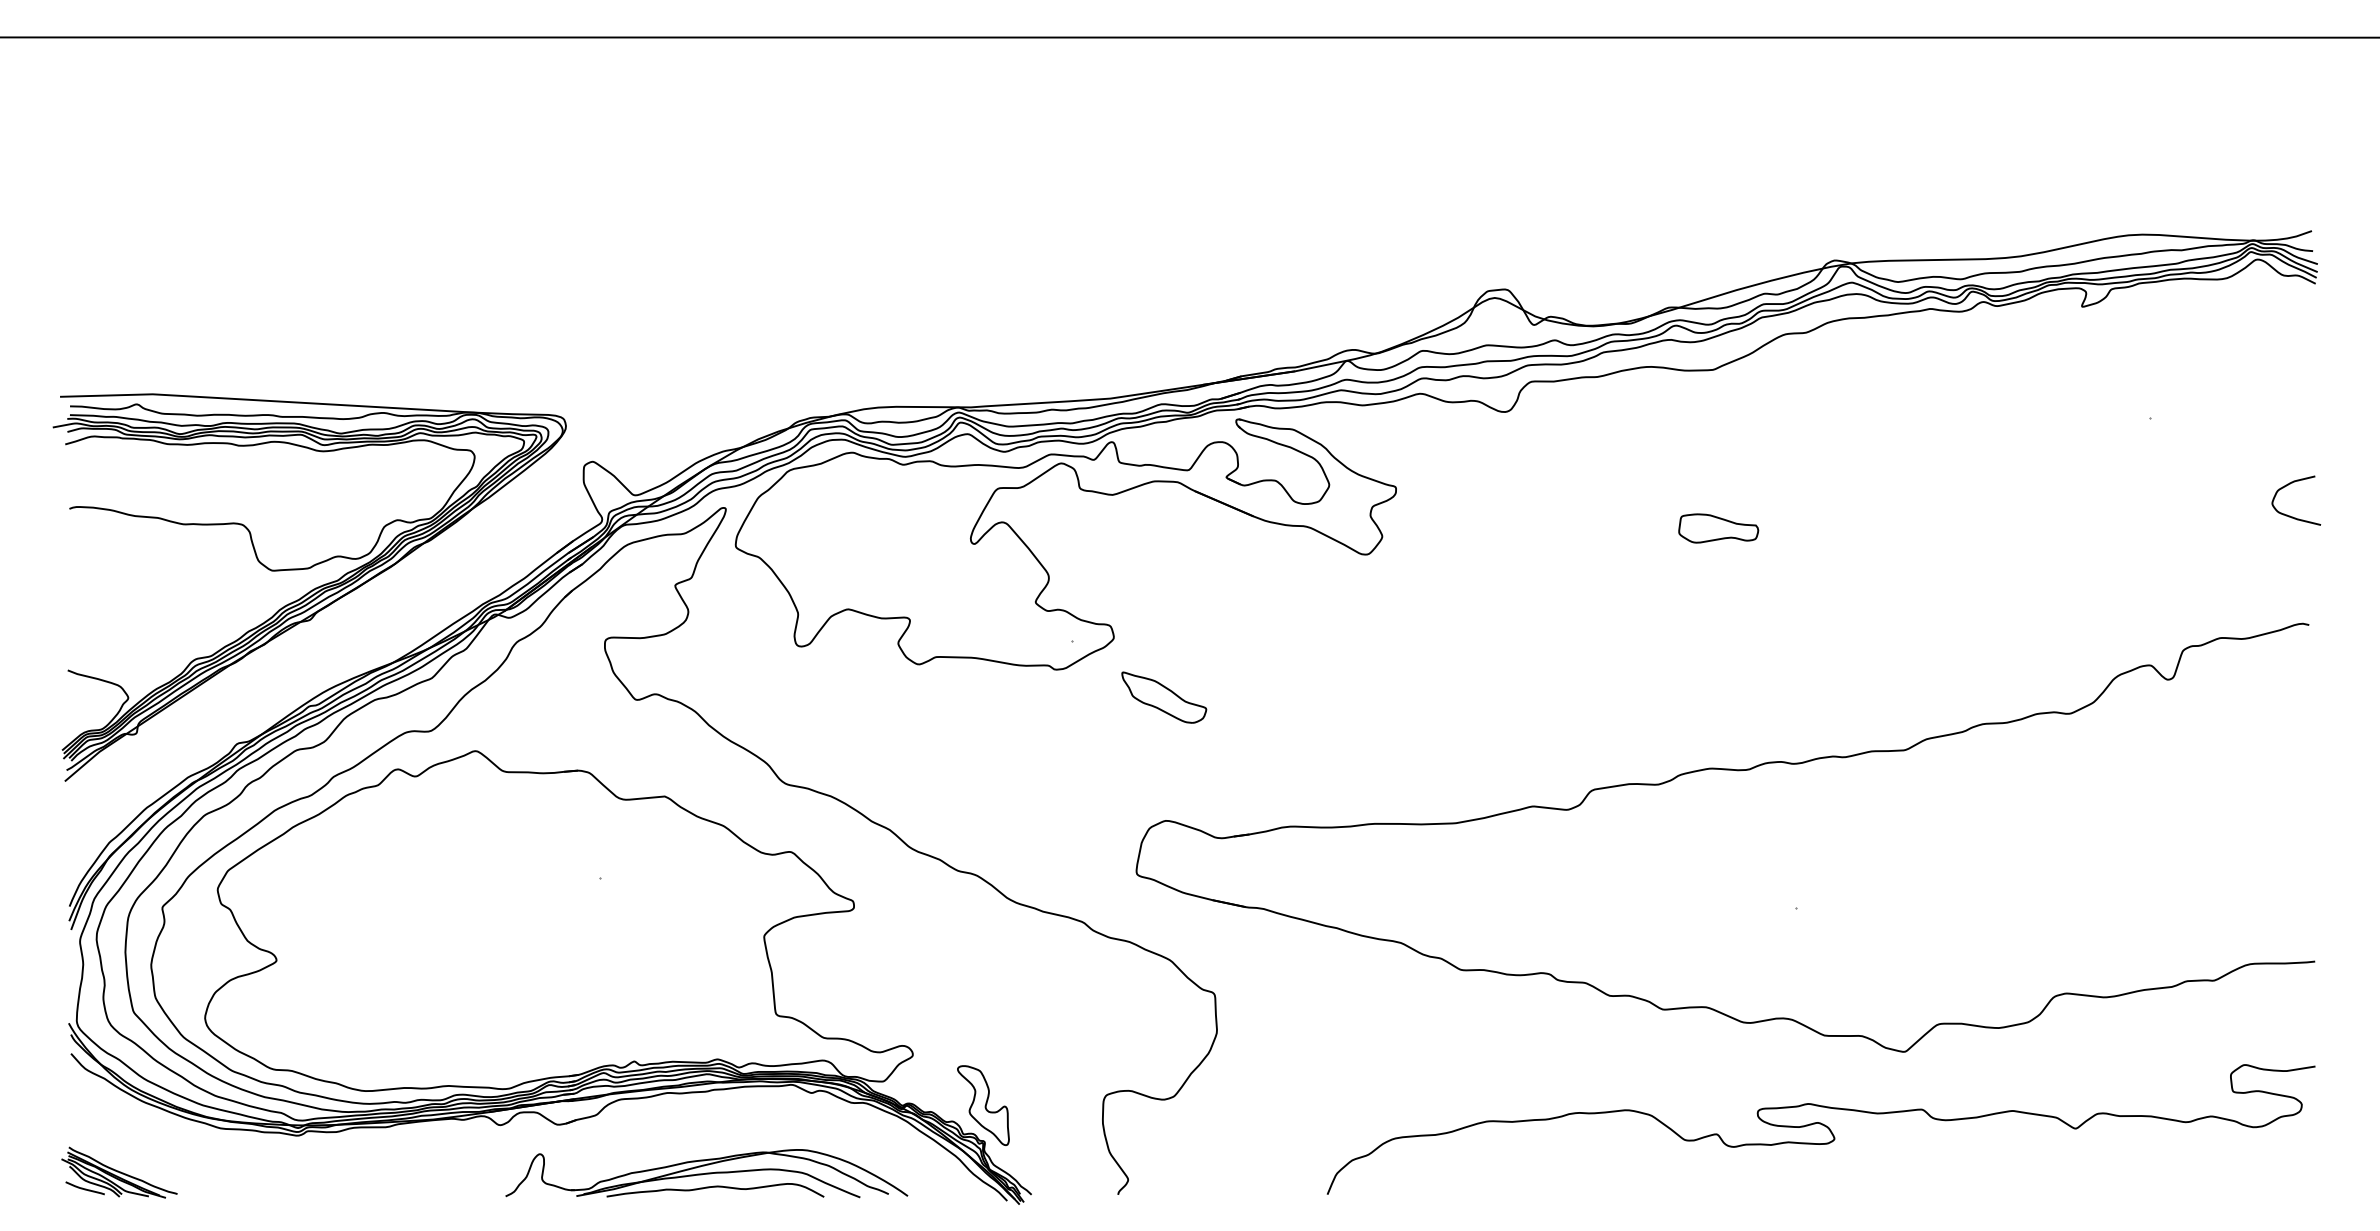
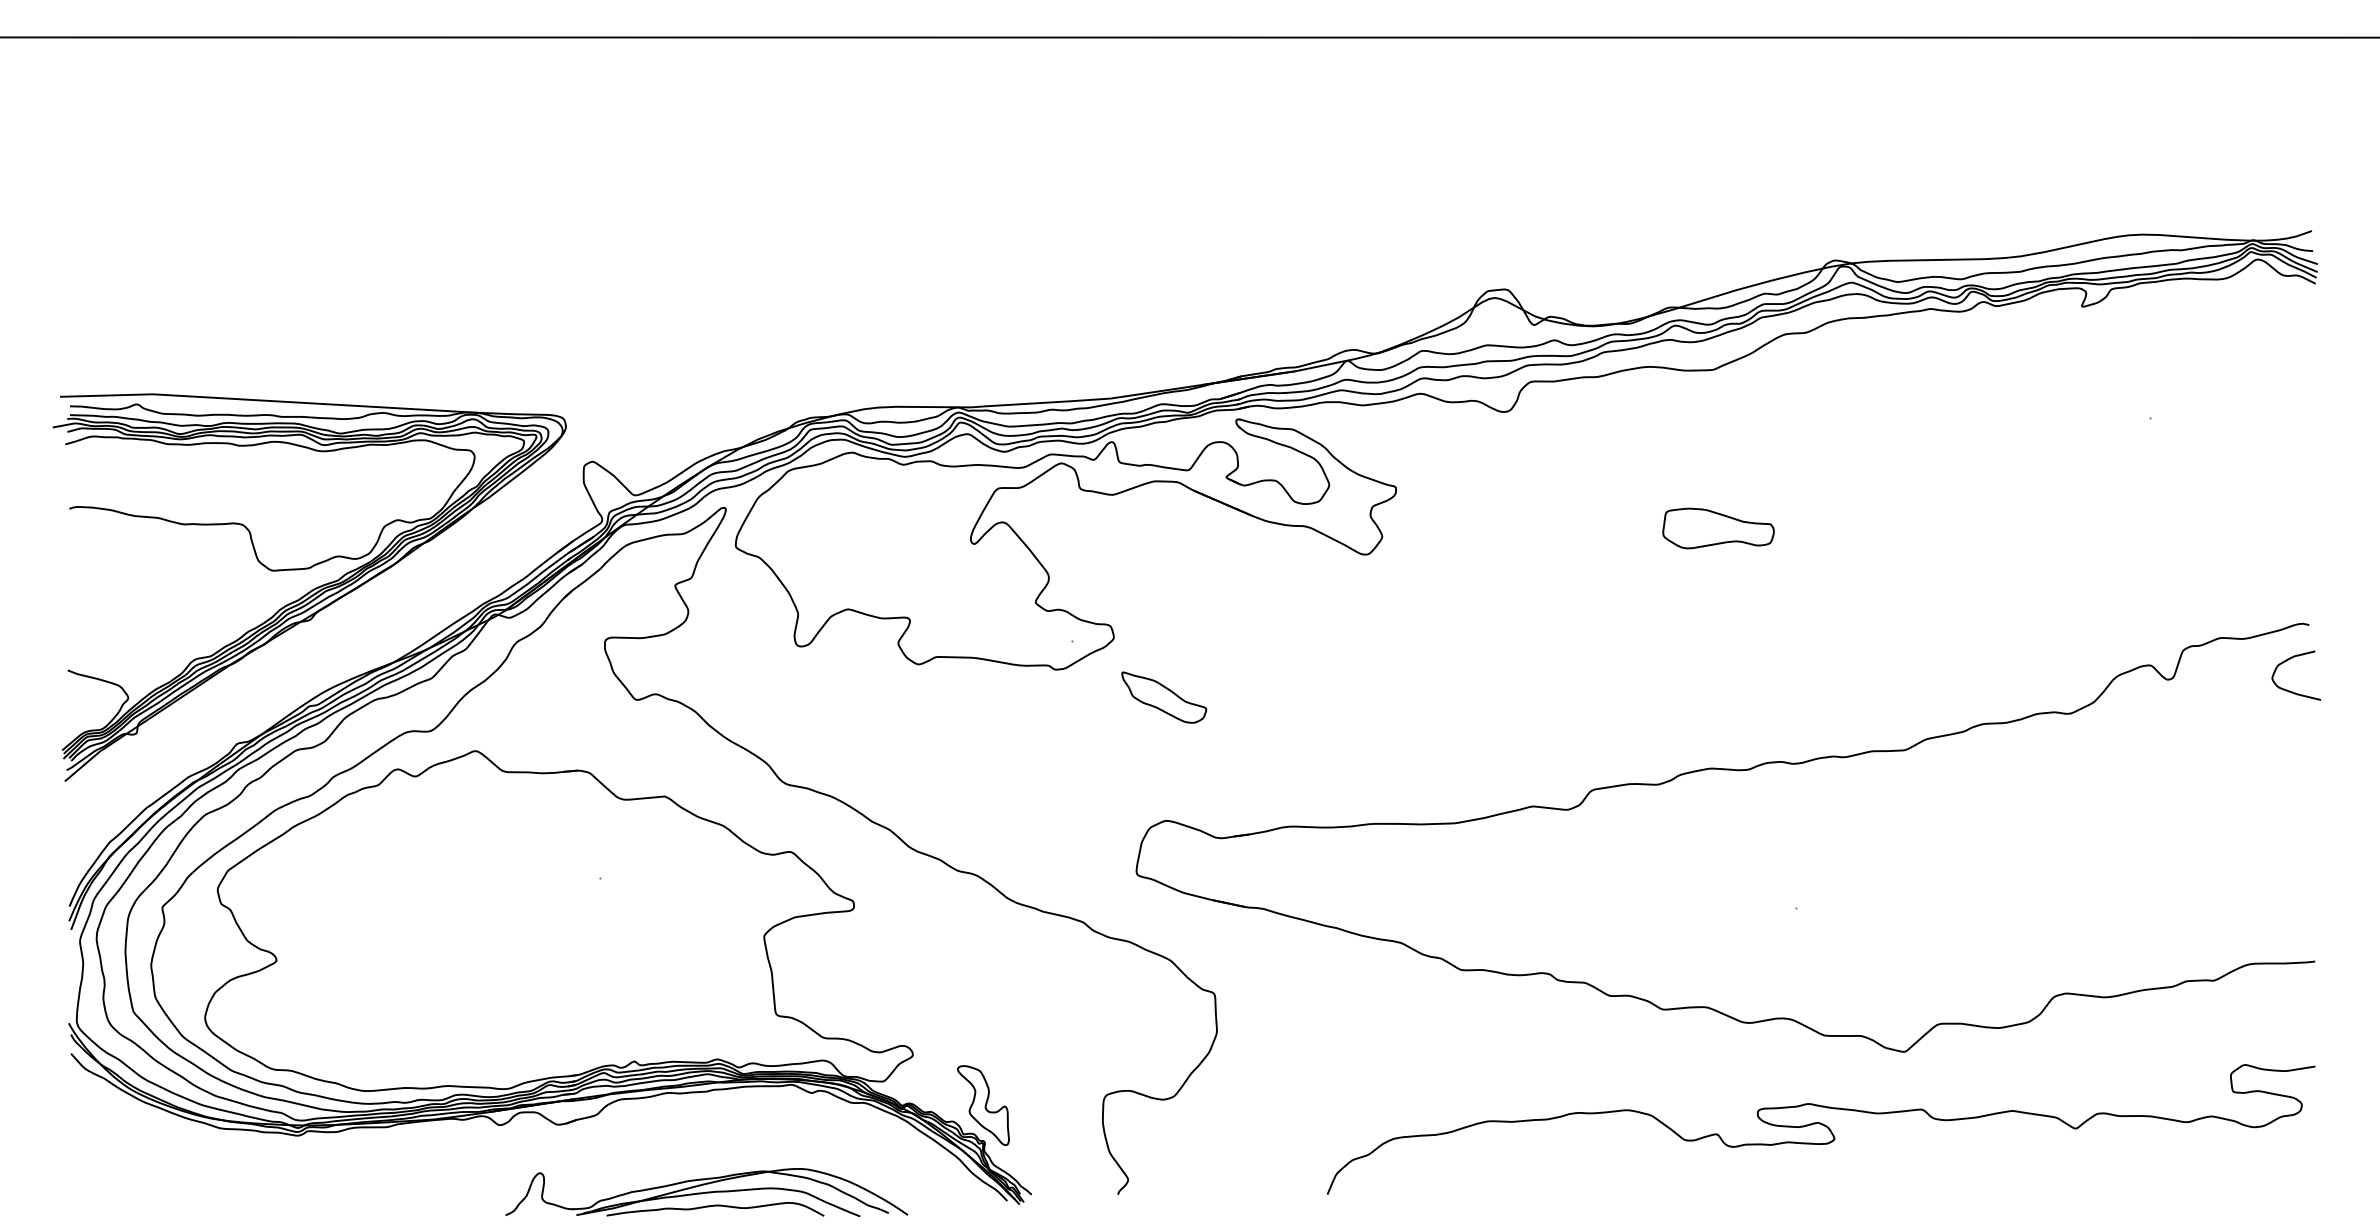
curve at (2290, 515) position: (2290, 515) -> (2290, 690)
part at (1718, 528) size: 82x31 px -> 113x43 px
part at (119, 1172): present -> none
part at (706, 1173) position: (706, 1173) -> (706, 1192)
